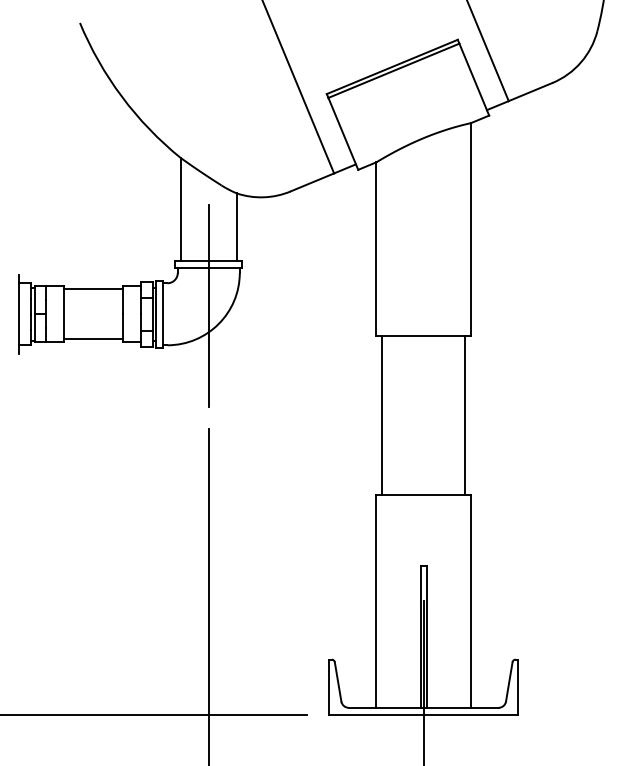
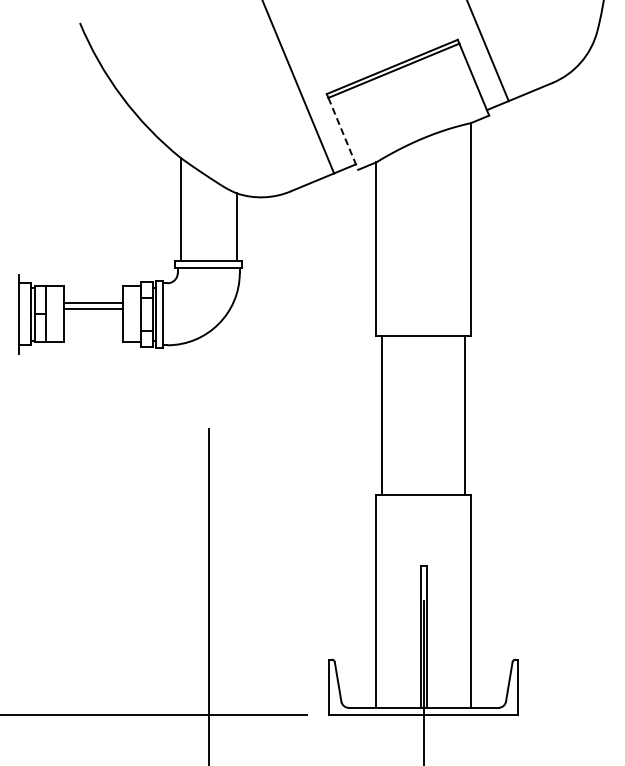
line at (343, 133): solid -> dashed
line at (93, 289) position: (93, 289) -> (93, 303)
line at (208, 306): present -> none
line at (93, 339) position: (93, 339) -> (93, 309)
